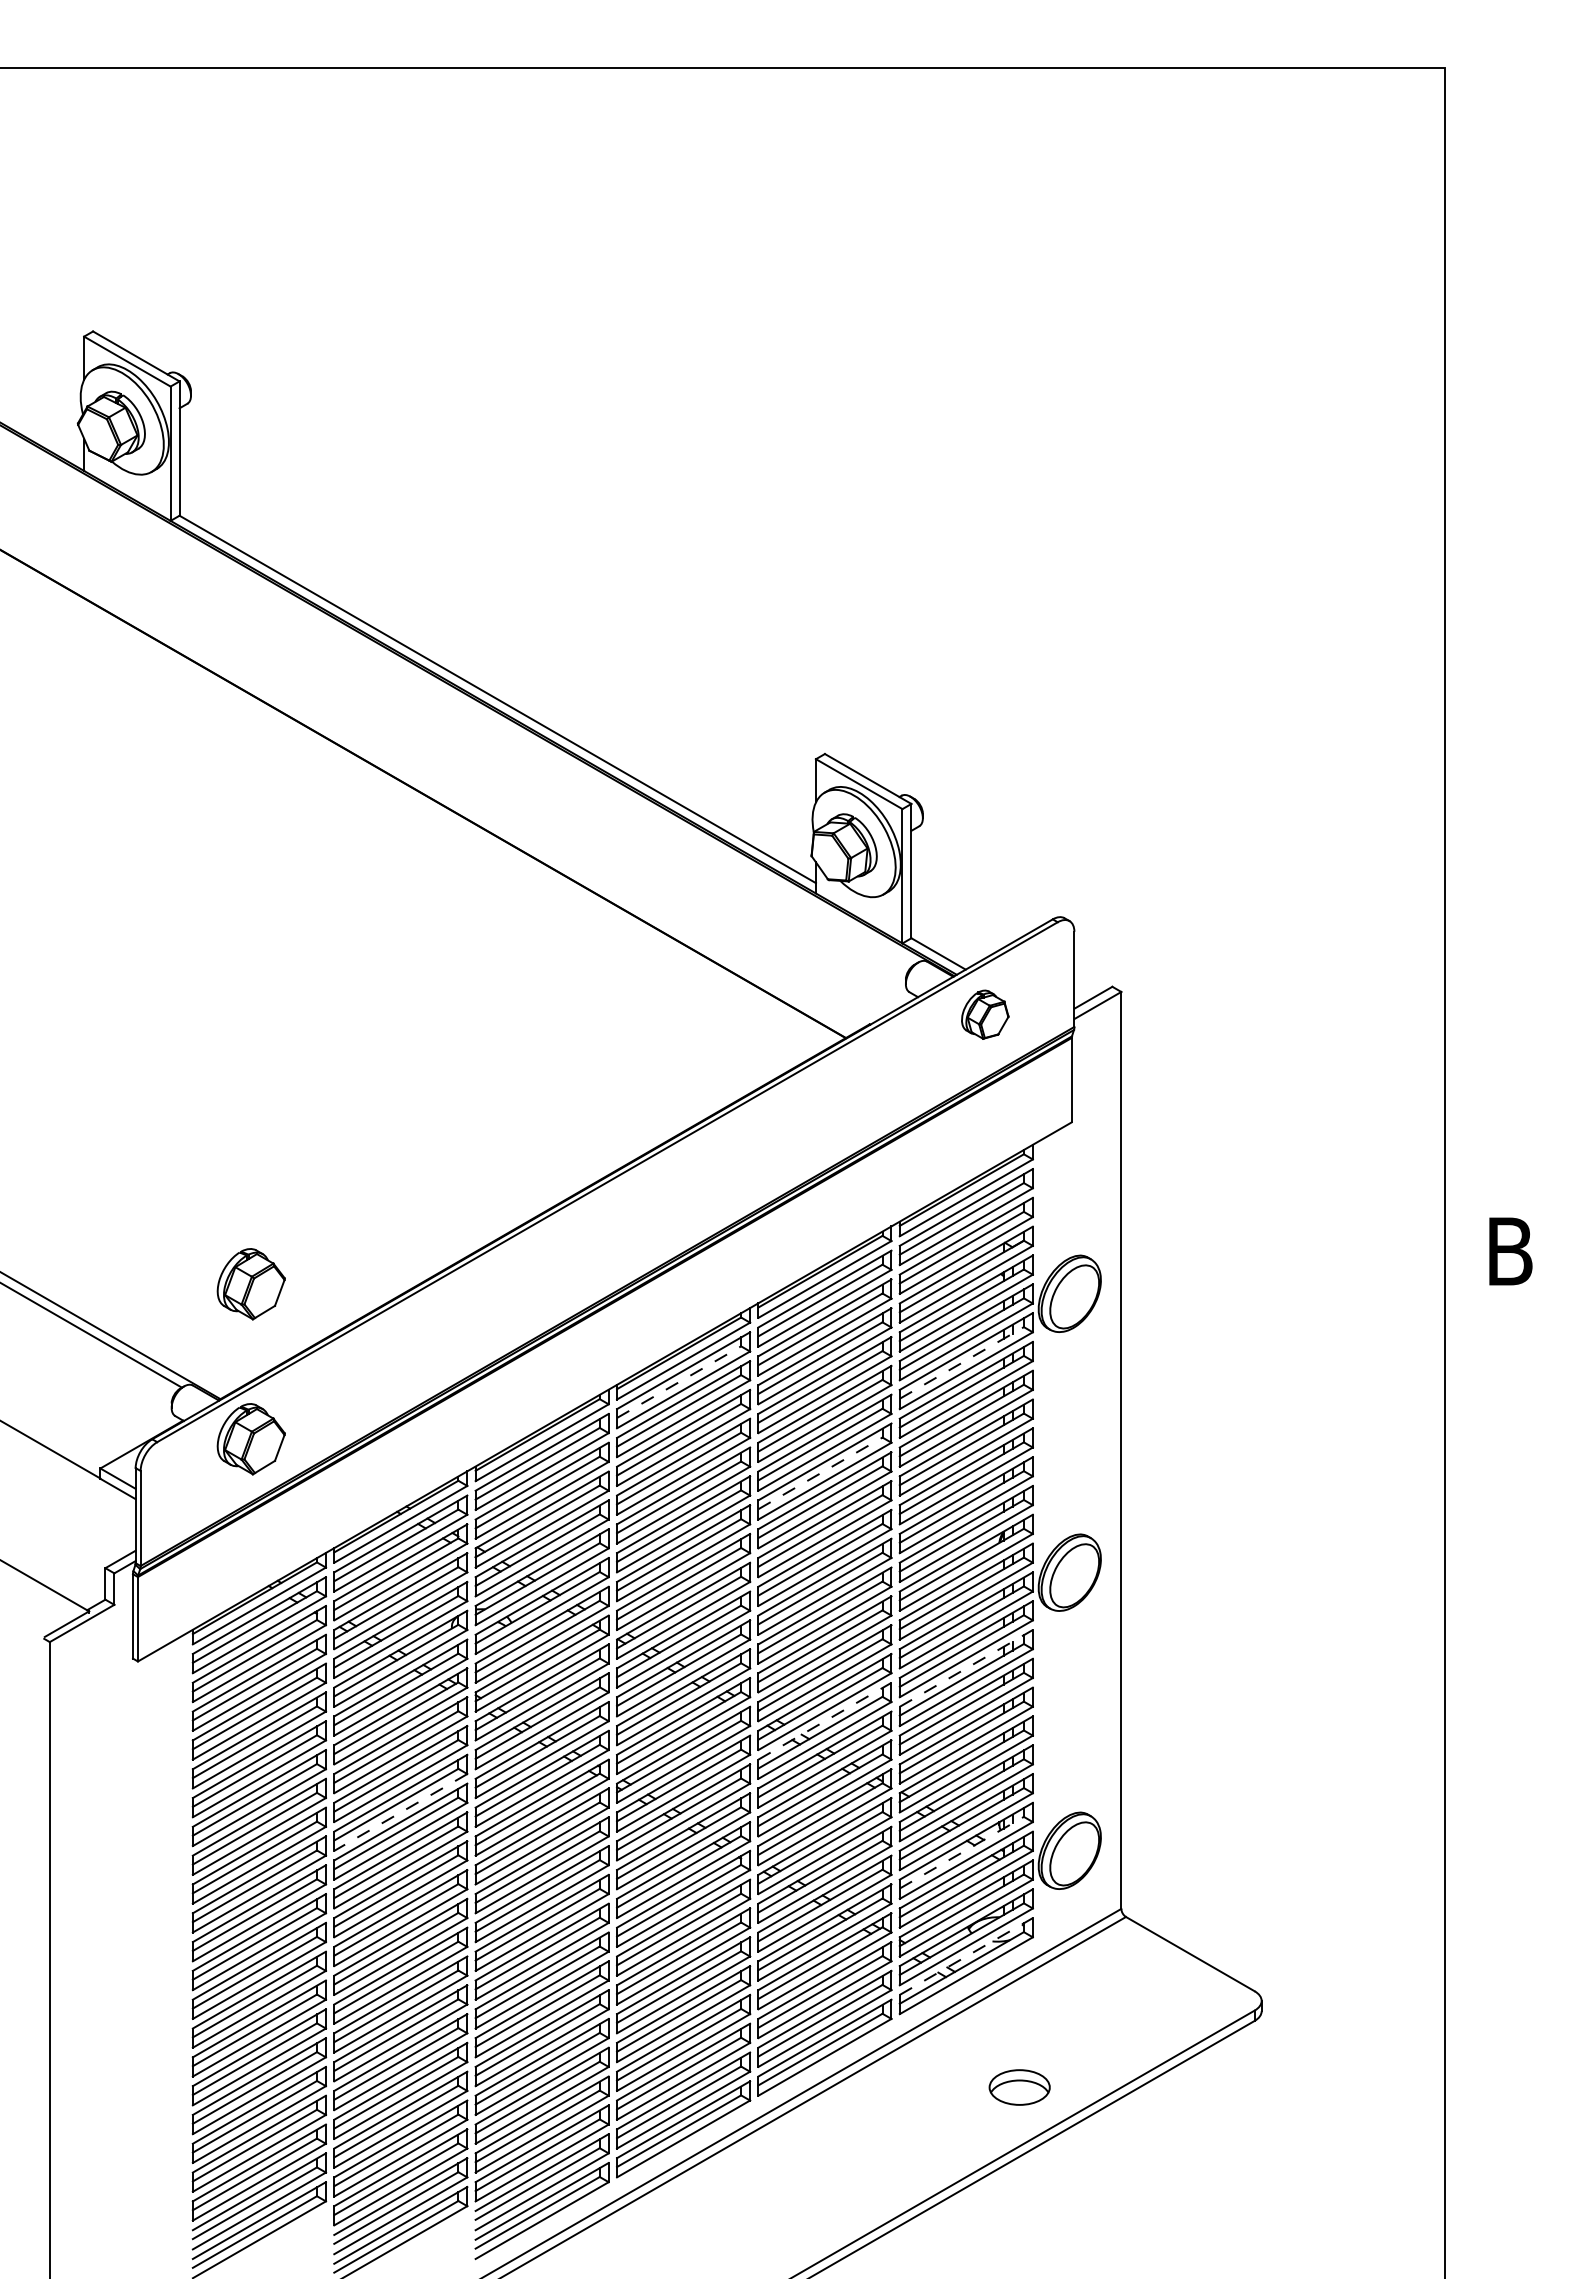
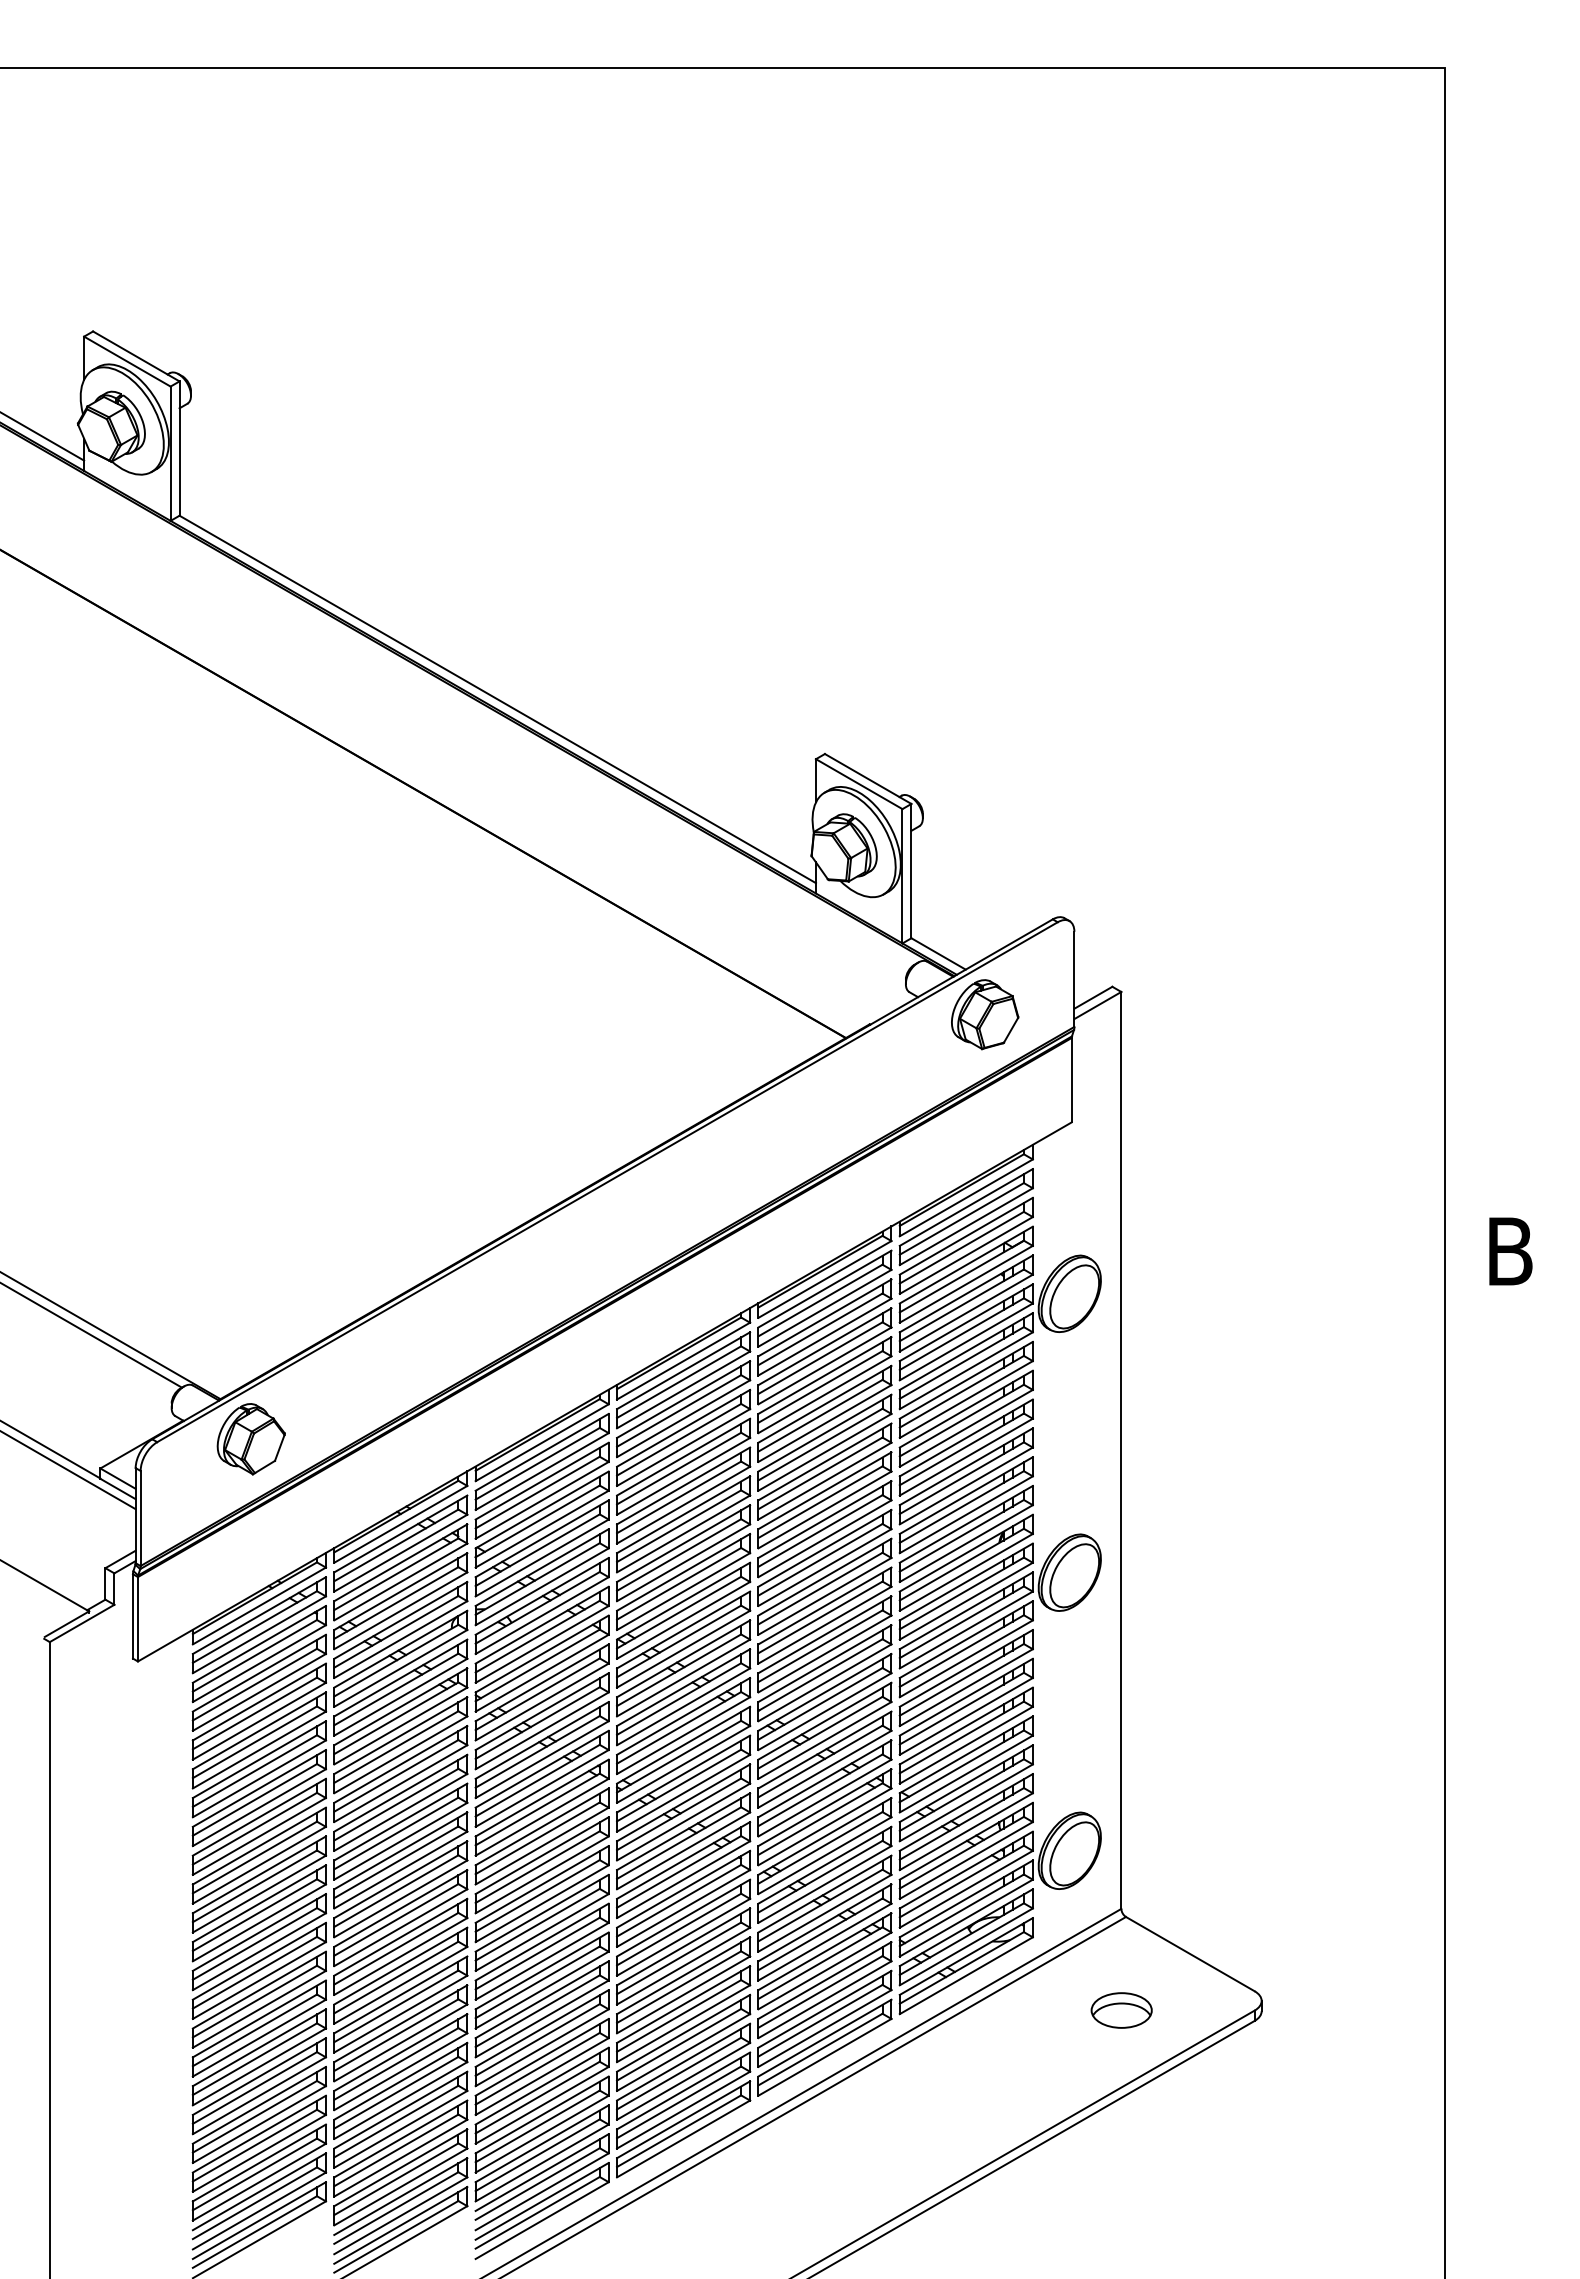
line at (43, 436): none -> present
part at (985, 1014) size: 49x51 px -> 69x72 px
part at (250, 1284): present -> none
line at (961, 1362): dashed -> solid
line at (679, 1382): dashed -> solid
line at (68, 1470): none -> present
line at (820, 1473): dashed -> solid
line at (966, 1668): dashed -> solid
line at (824, 1721): dashed -> solid
line at (400, 1812): dashed -> solid
line at (961, 1852): dashed -> solid
line at (966, 1956): dashed -> solid
part at (1019, 2087) position: (1019, 2087) -> (1121, 2010)
